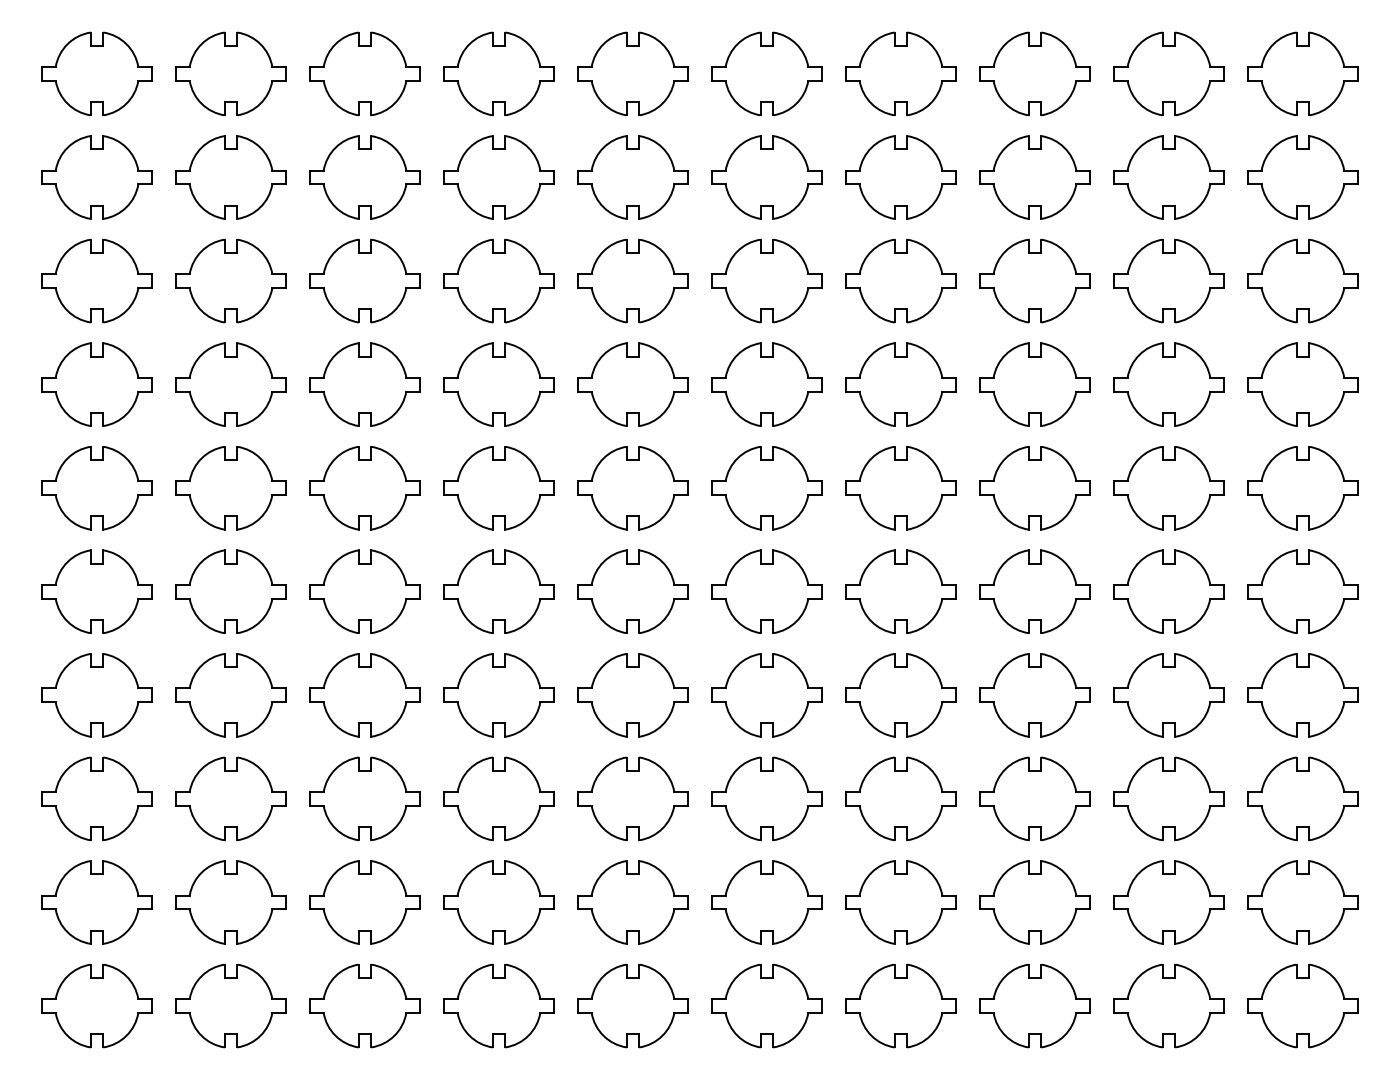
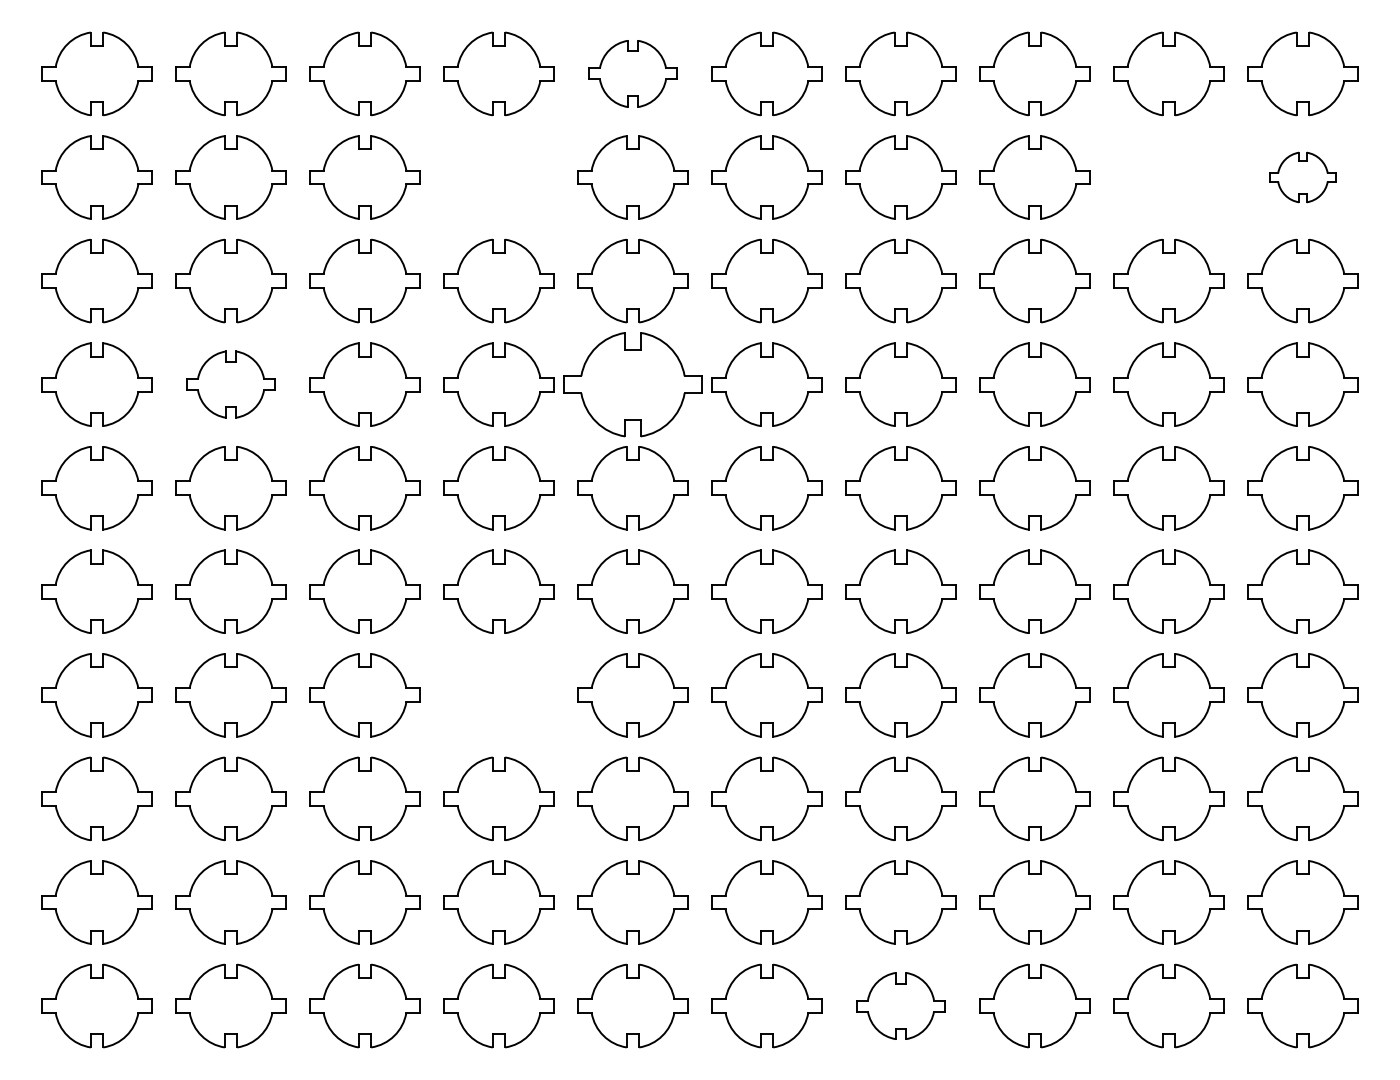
part at (632, 73) size: 112x86 px -> 90x68 px
part at (498, 177): present -> none
part at (1168, 177): present -> none
part at (1302, 177) size: 112x85 px -> 68x53 px
part at (230, 384) size: 112x85 px -> 90x69 px
part at (632, 384) size: 112x85 px -> 140x106 px
part at (498, 695): present -> none
part at (900, 1005) size: 112x86 px -> 90x68 px
